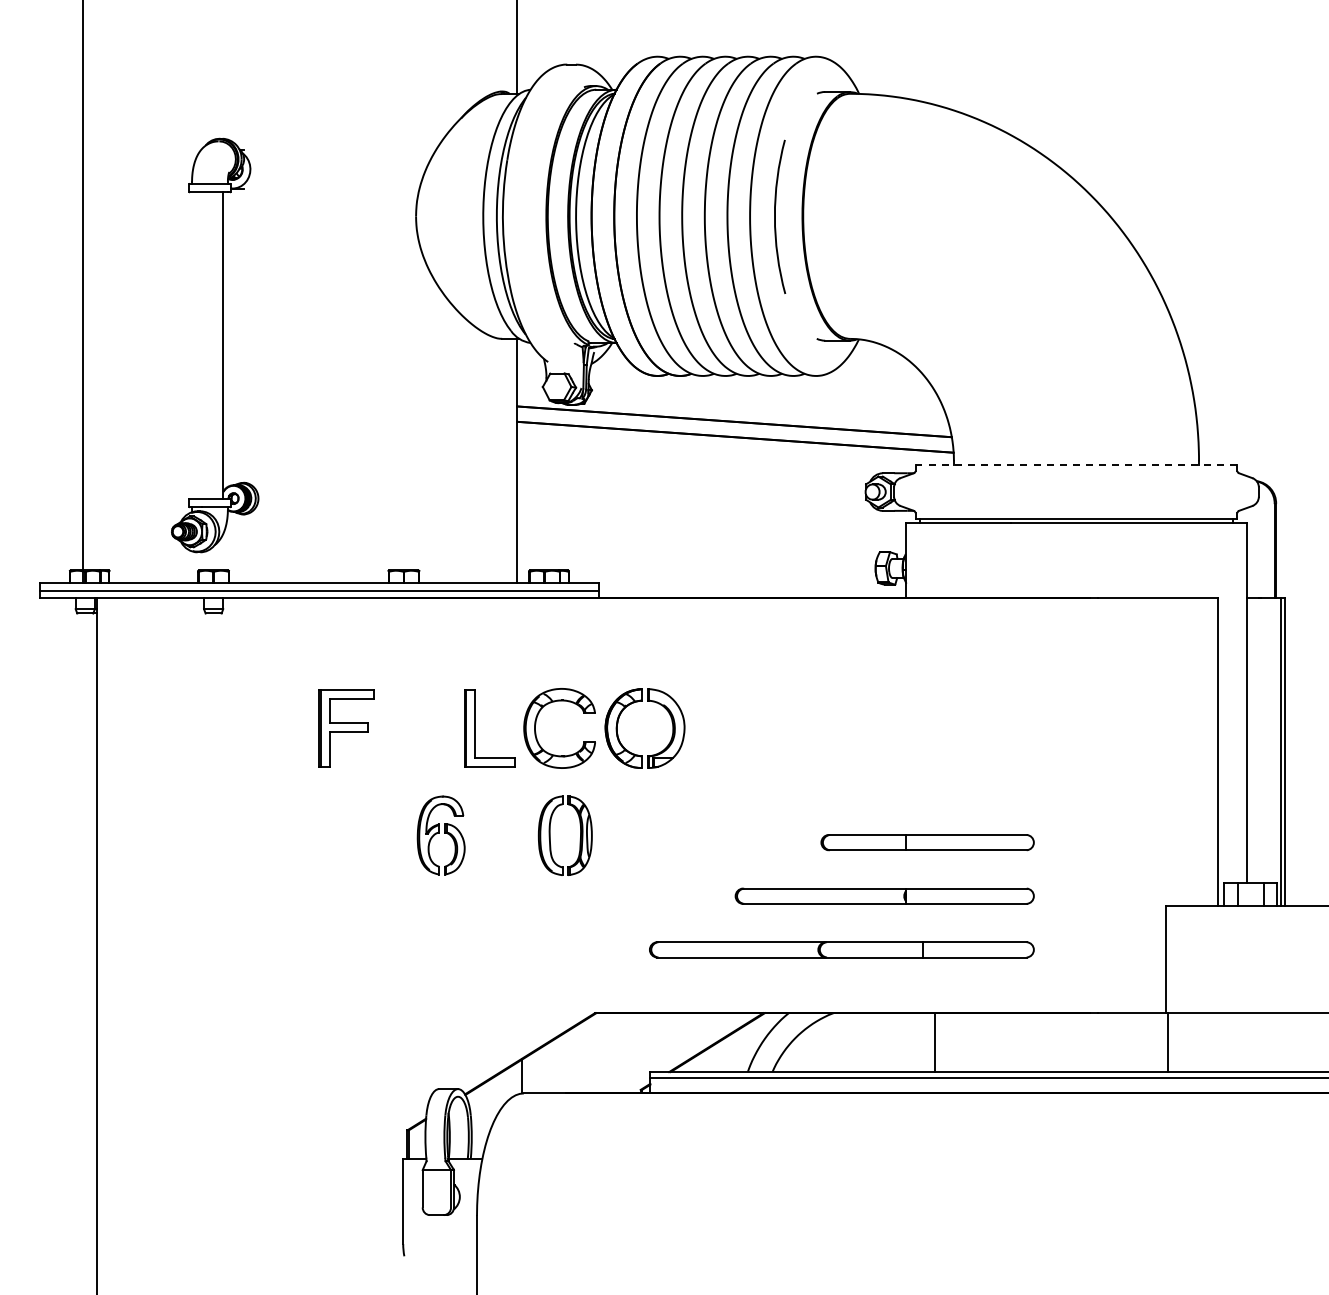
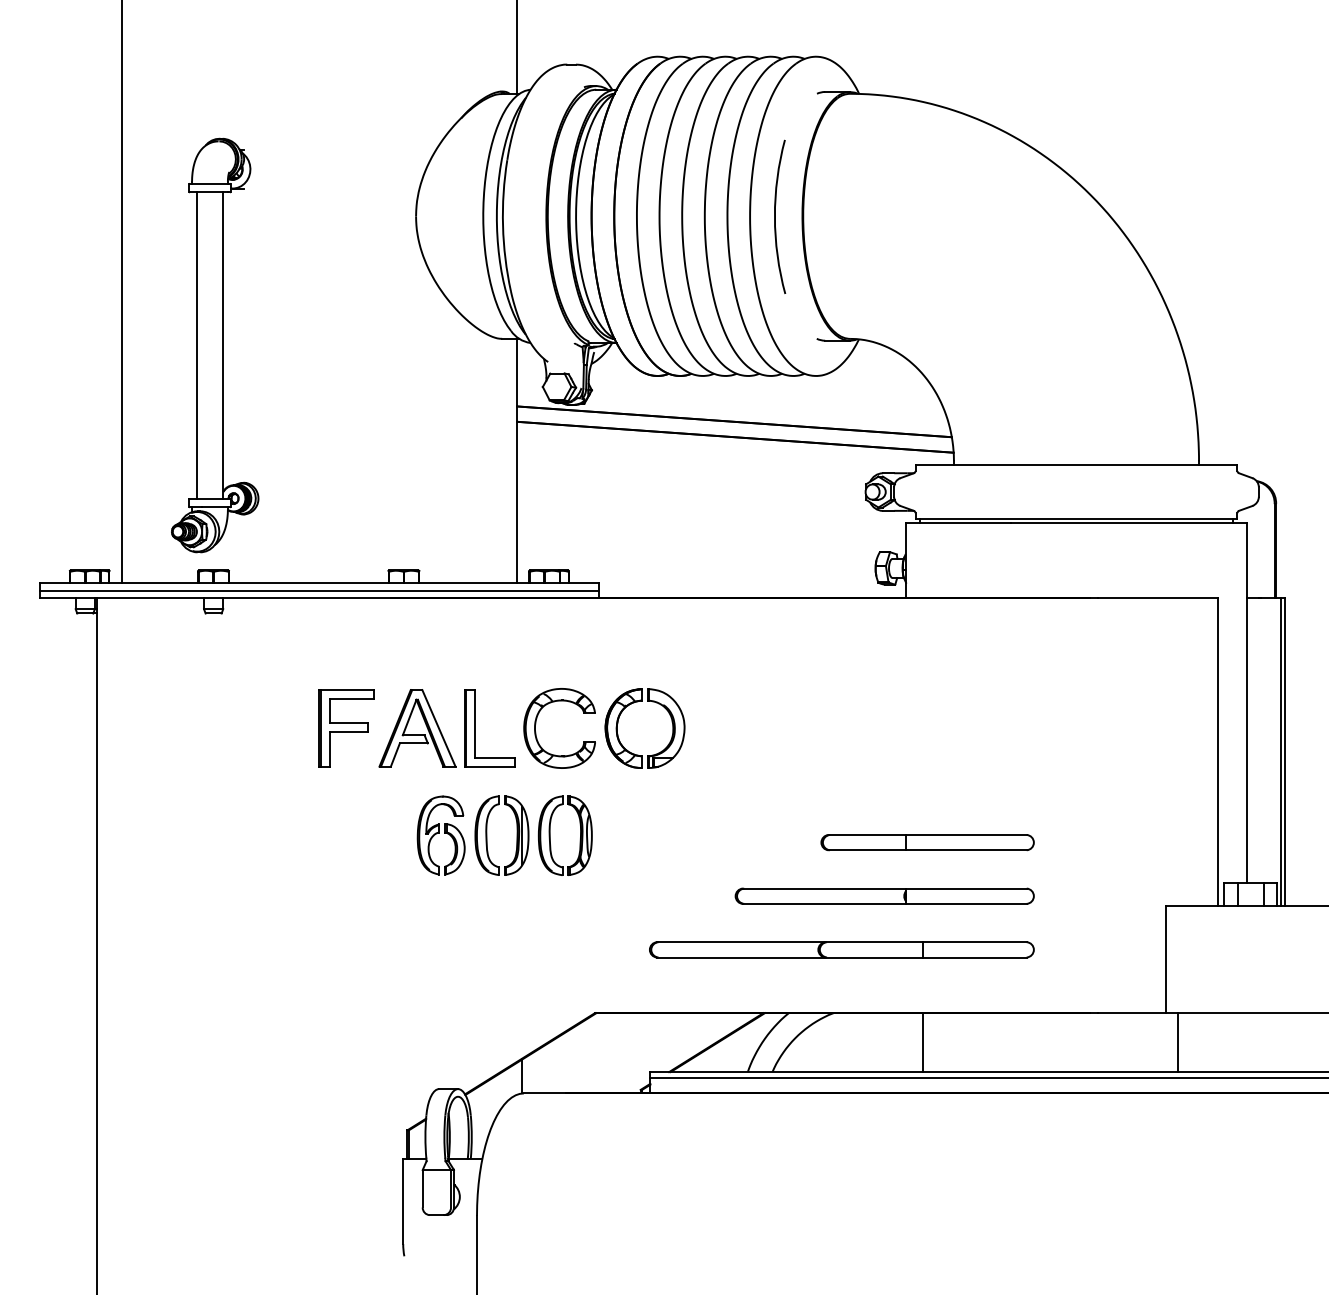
line at (82, 292) position: (82, 292) -> (121, 292)
line at (196, 345): none -> present
line at (1076, 465): dashed -> solid
part at (417, 728): none -> present
part at (487, 835): none -> present
line at (935, 1042) position: (935, 1042) -> (923, 1042)
line at (1167, 1042) position: (1167, 1042) -> (1177, 1042)
